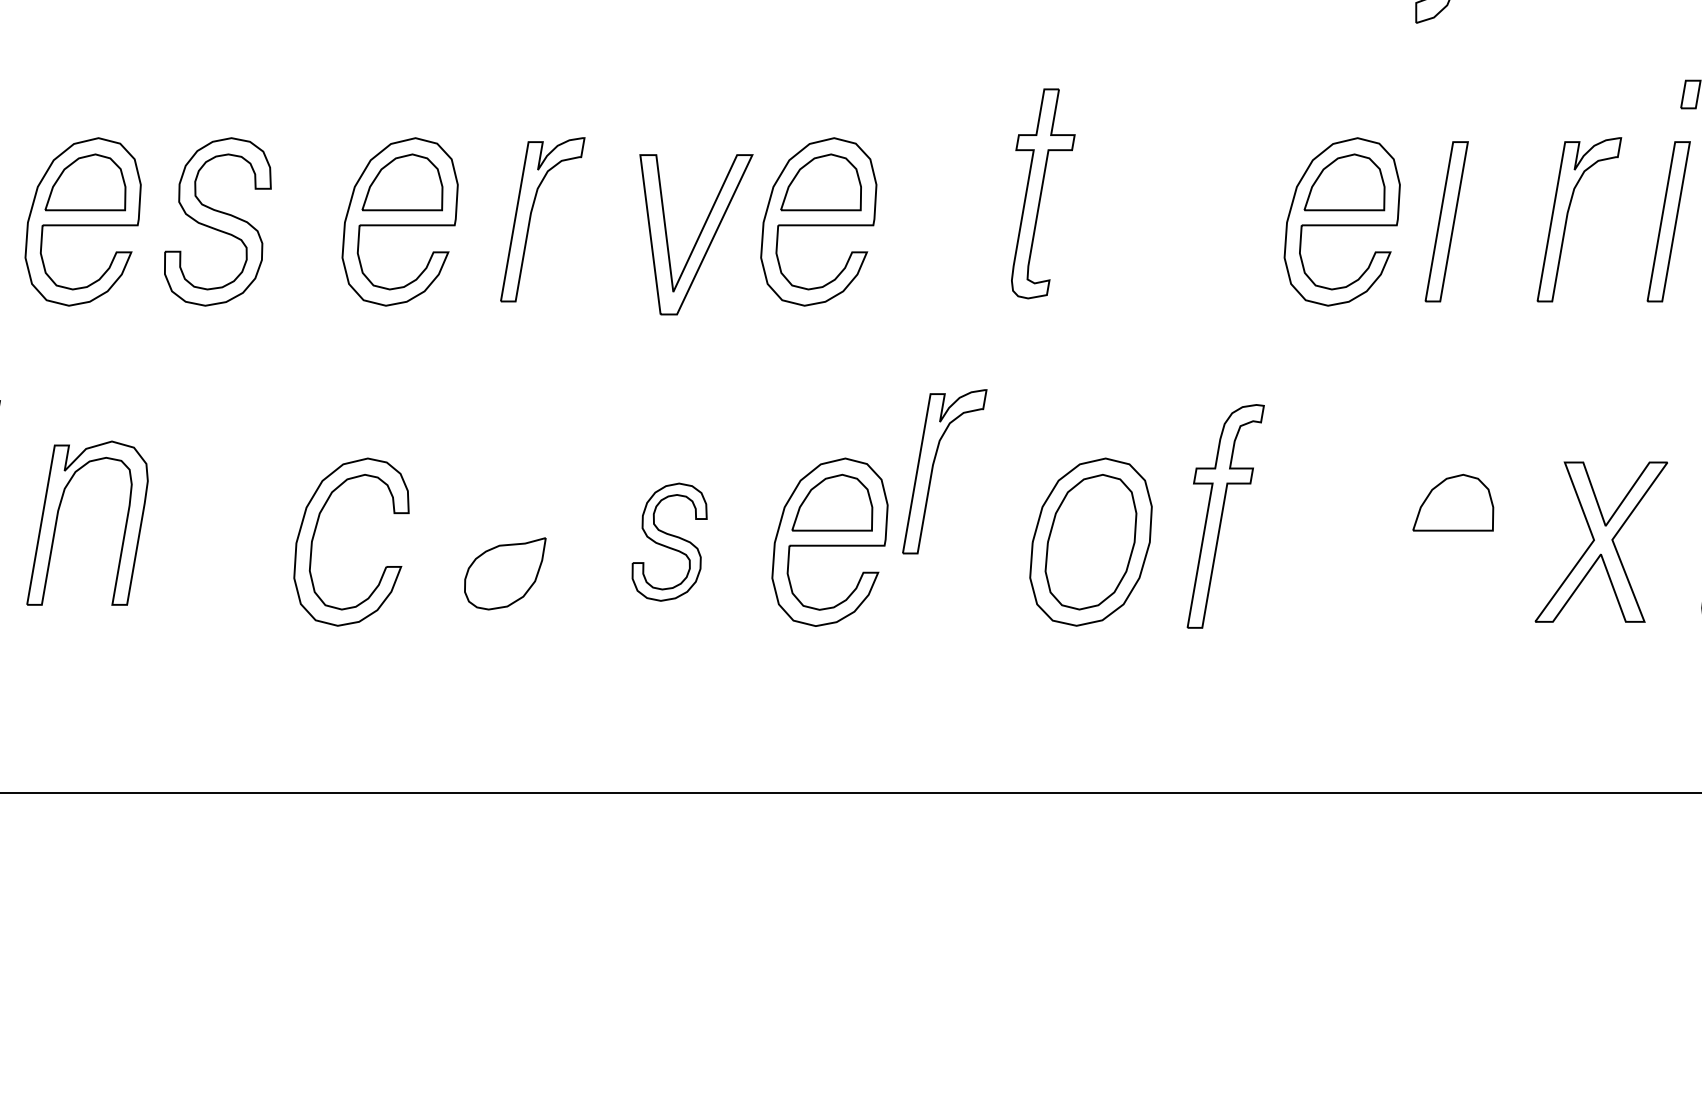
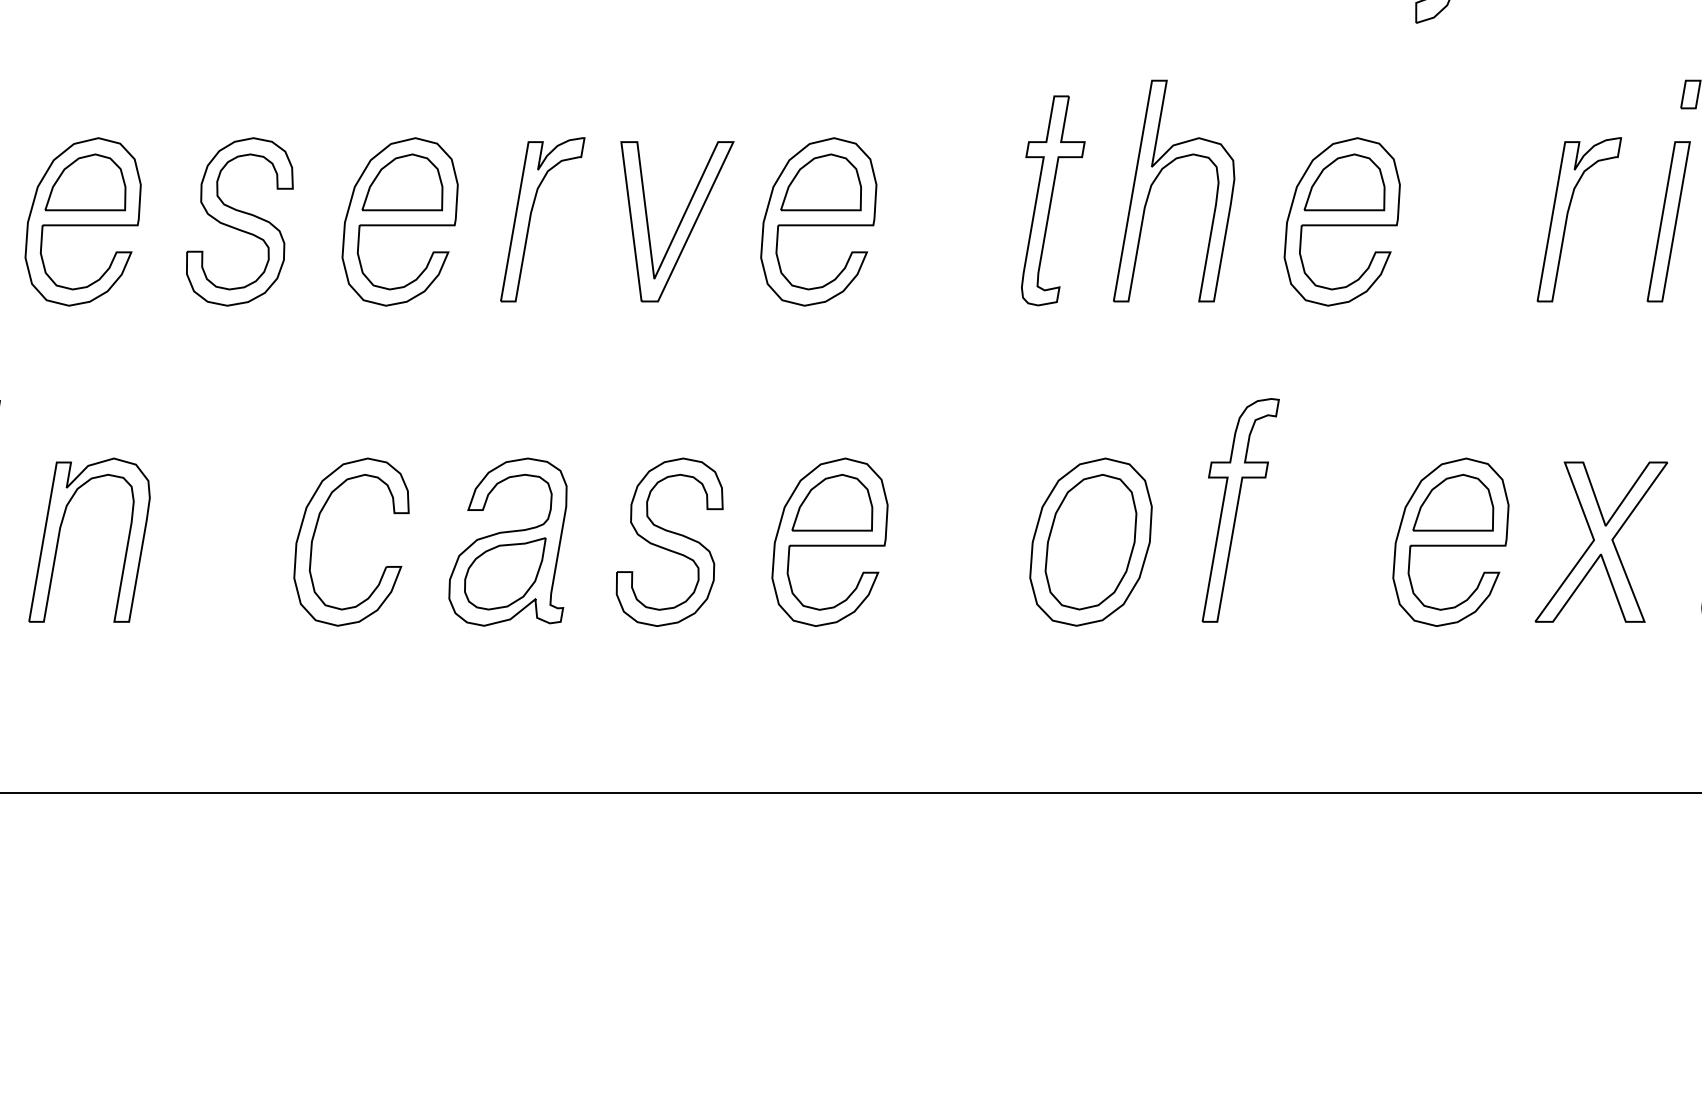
part at (1157, 178): none -> present
part at (1043, 193) position: (1043, 193) -> (1053, 200)
part at (217, 221) position: (217, 221) -> (239, 221)
part at (1446, 221): present -> none
part at (696, 234) position: (696, 234) -> (677, 221)
part at (933, 469): present -> none
part at (58, 516) position: (58, 516) -> (60, 533)
part at (1225, 516) position: (1225, 516) -> (1240, 510)
part at (507, 541): none -> present
part at (669, 541) size: 77x120 px -> 109x170 px
part at (1450, 541): none -> present
